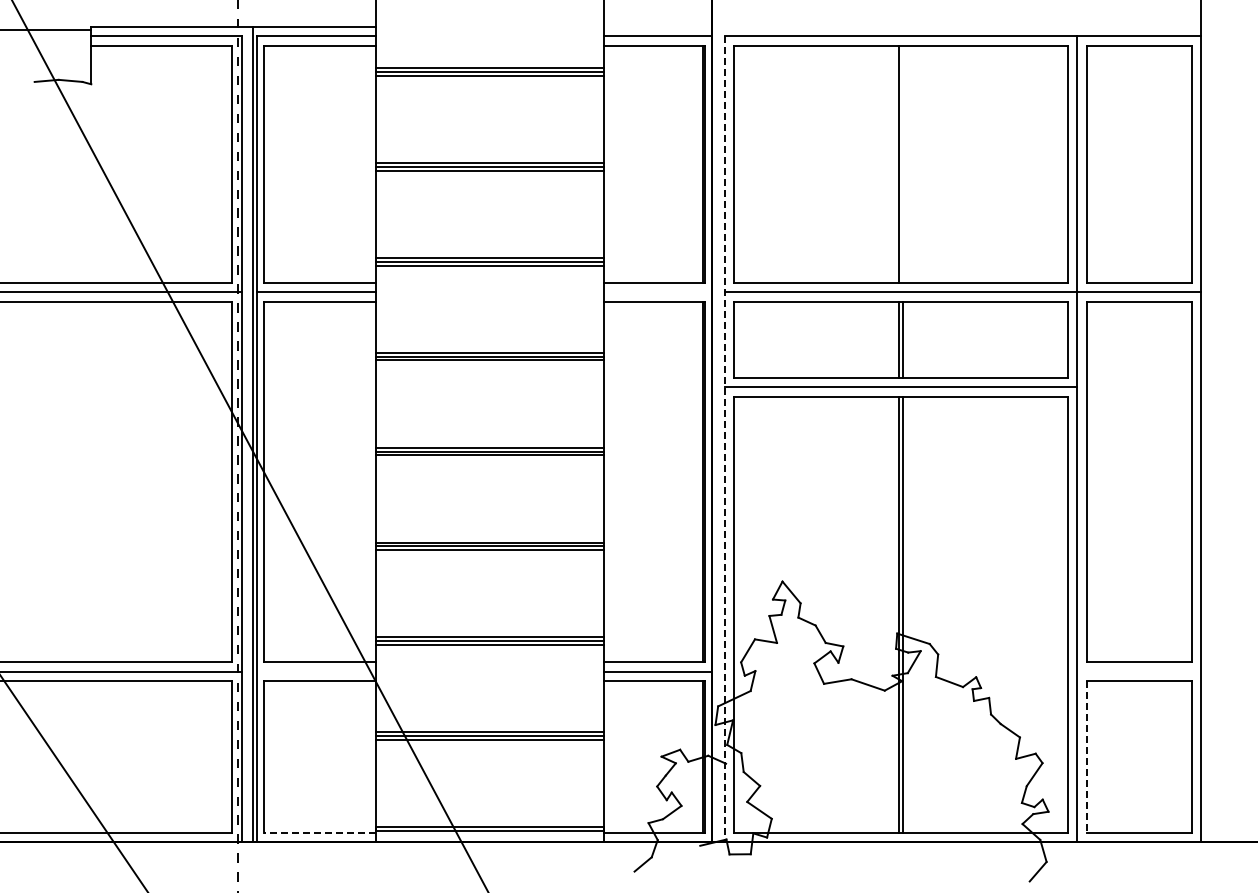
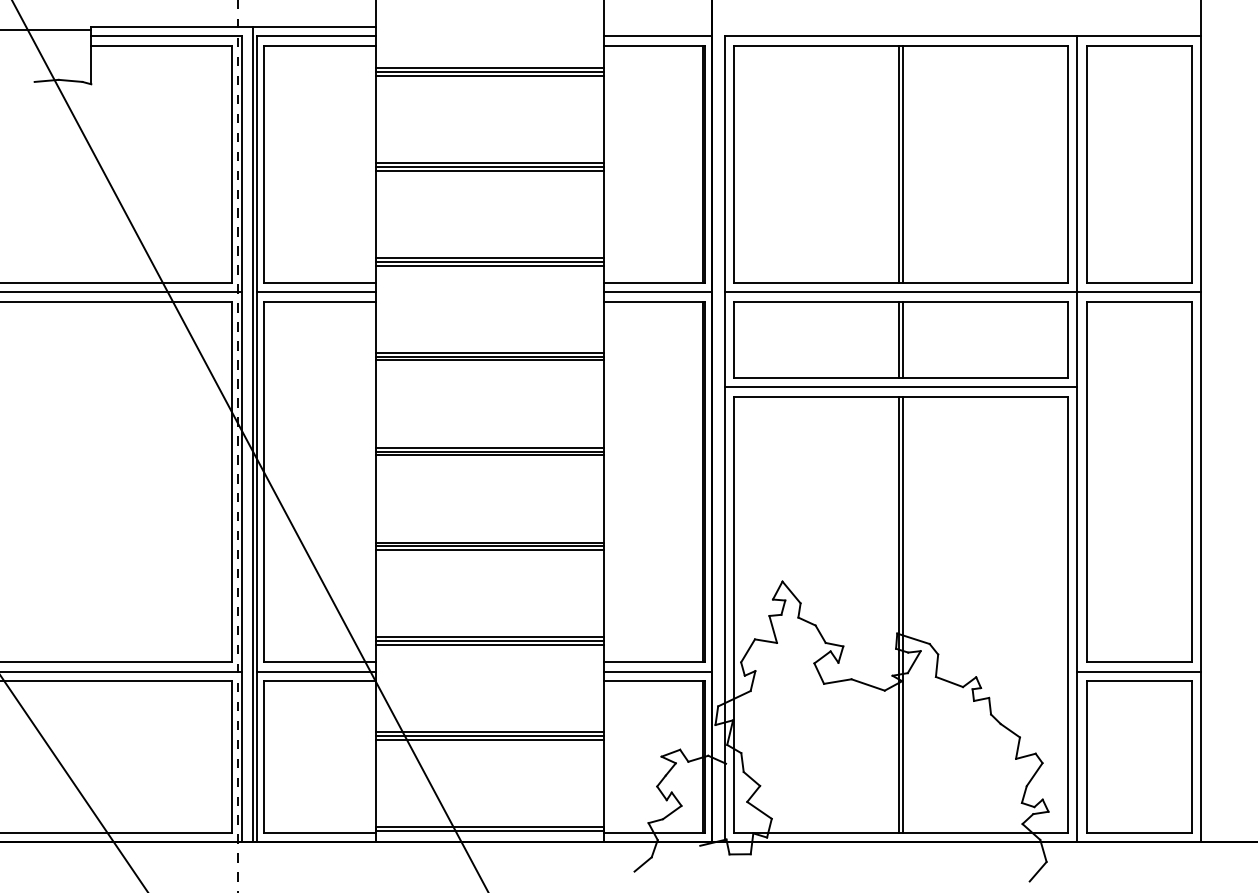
line at (902, 163): none -> present
line at (657, 292): none -> present
line at (724, 439): dashed -> solid
line at (316, 671): none -> present
line at (1139, 671): none -> present
line at (1086, 756): dashed -> solid
line at (319, 832): dashed -> solid
